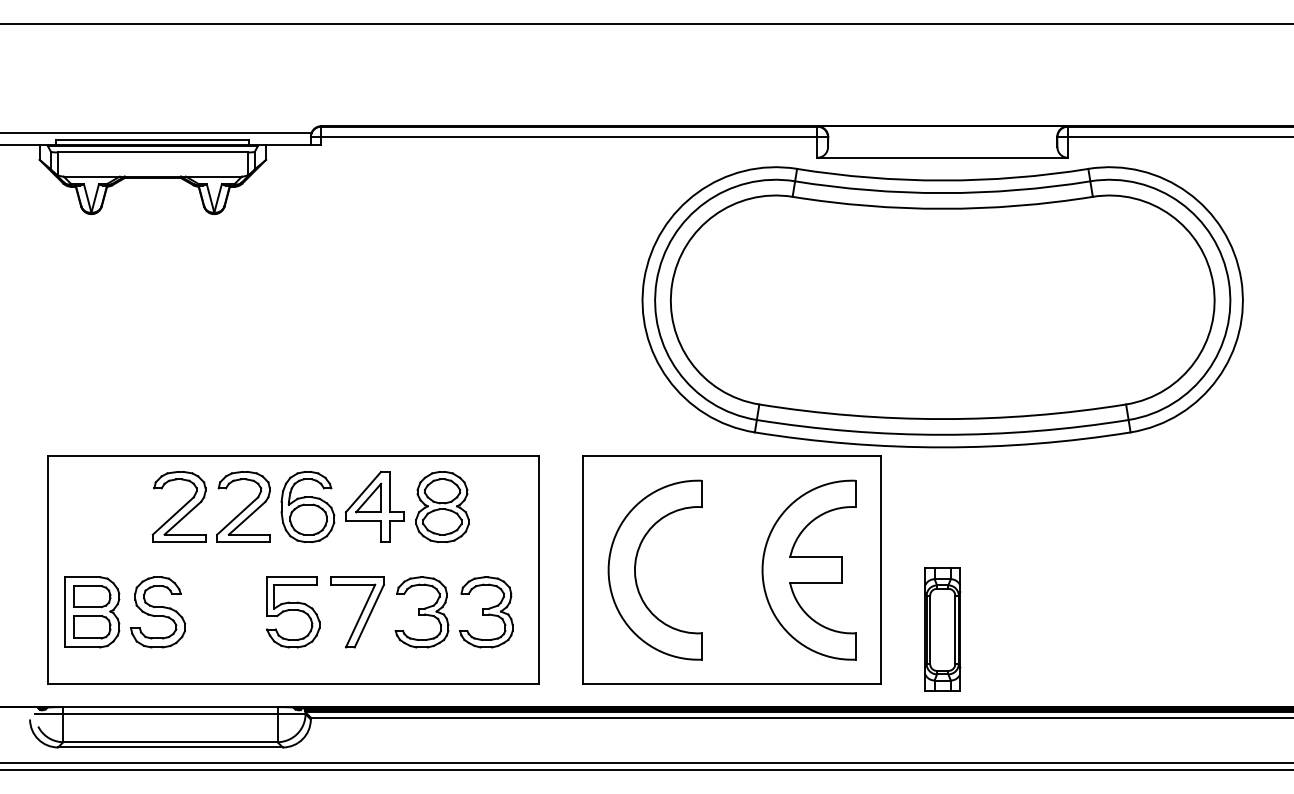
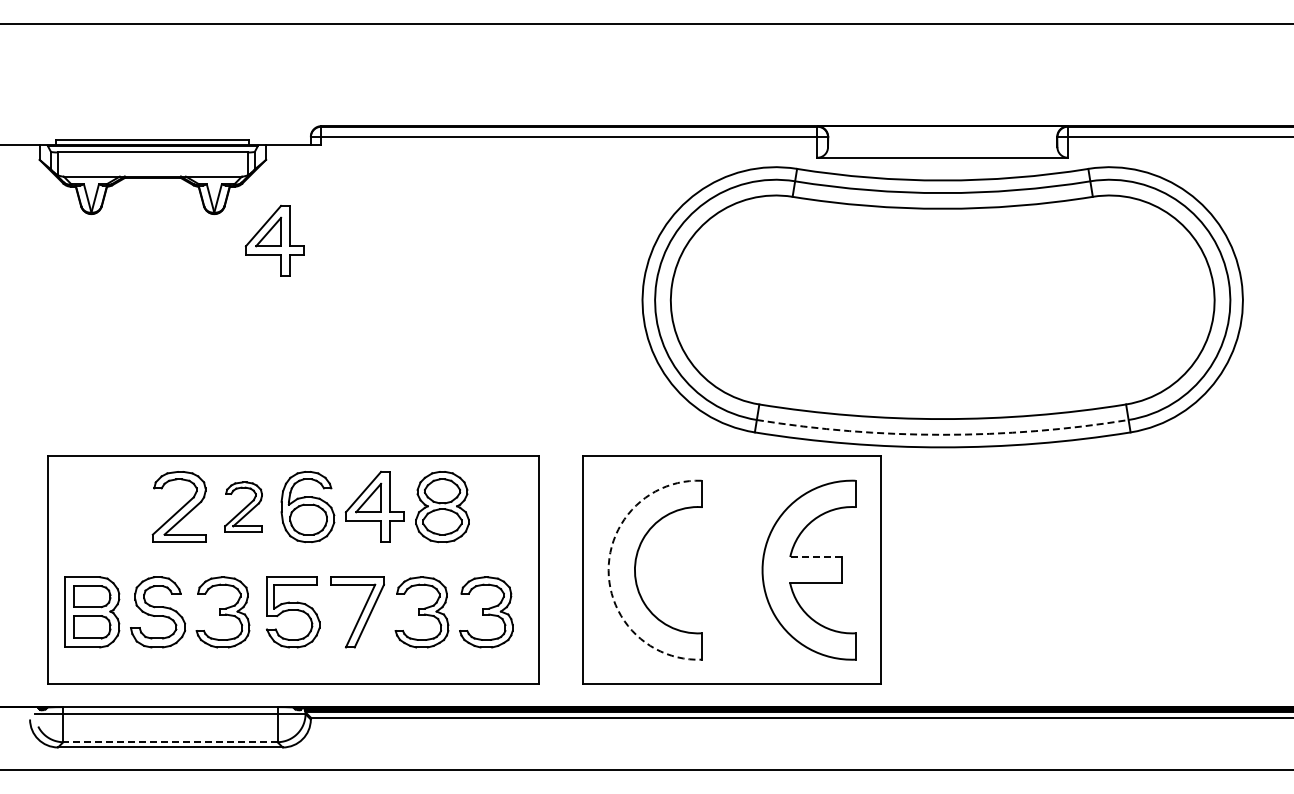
line at (156, 132): present -> none
part at (274, 240): none -> present
arc at (942, 434): solid -> dashed
part at (243, 506) size: 55x72 px -> 39x52 px
line at (815, 557): solid -> dashed
arc at (608, 570): solid -> dashed
part at (222, 612): none -> present
part at (942, 629): present -> none
line at (169, 742): solid -> dashed
line at (646, 763): present -> none
